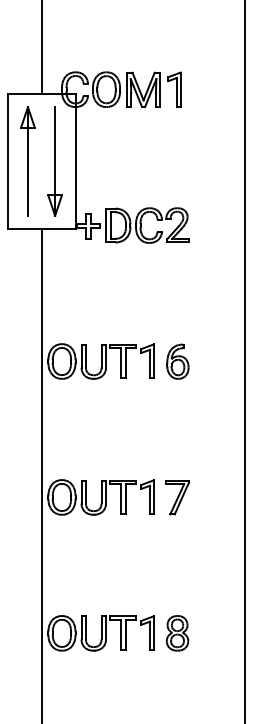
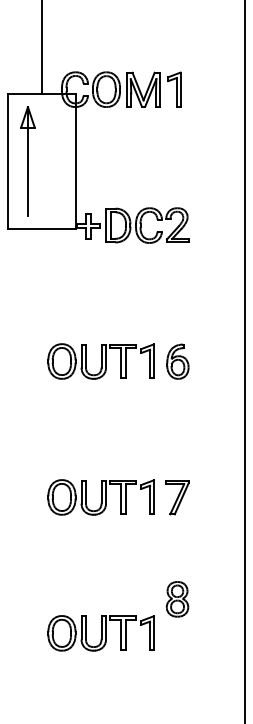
part at (54, 161): present -> none
line at (41, 474): present -> none
part at (177, 633) position: (177, 633) -> (177, 599)
